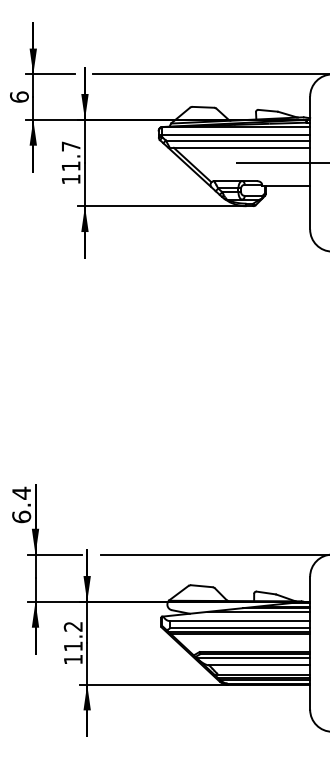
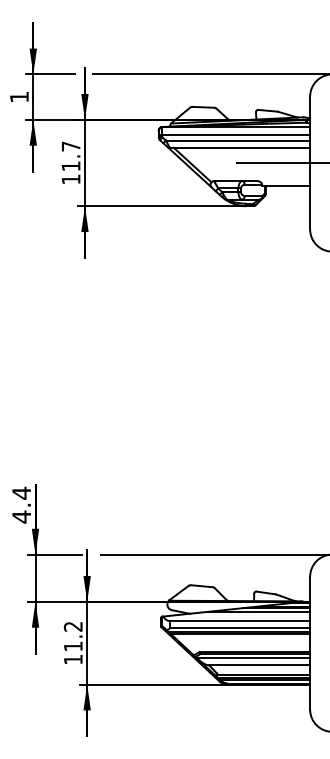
text at (19, 96): 6 -> 1
text at (21, 516): 6.4 -> 4.4
